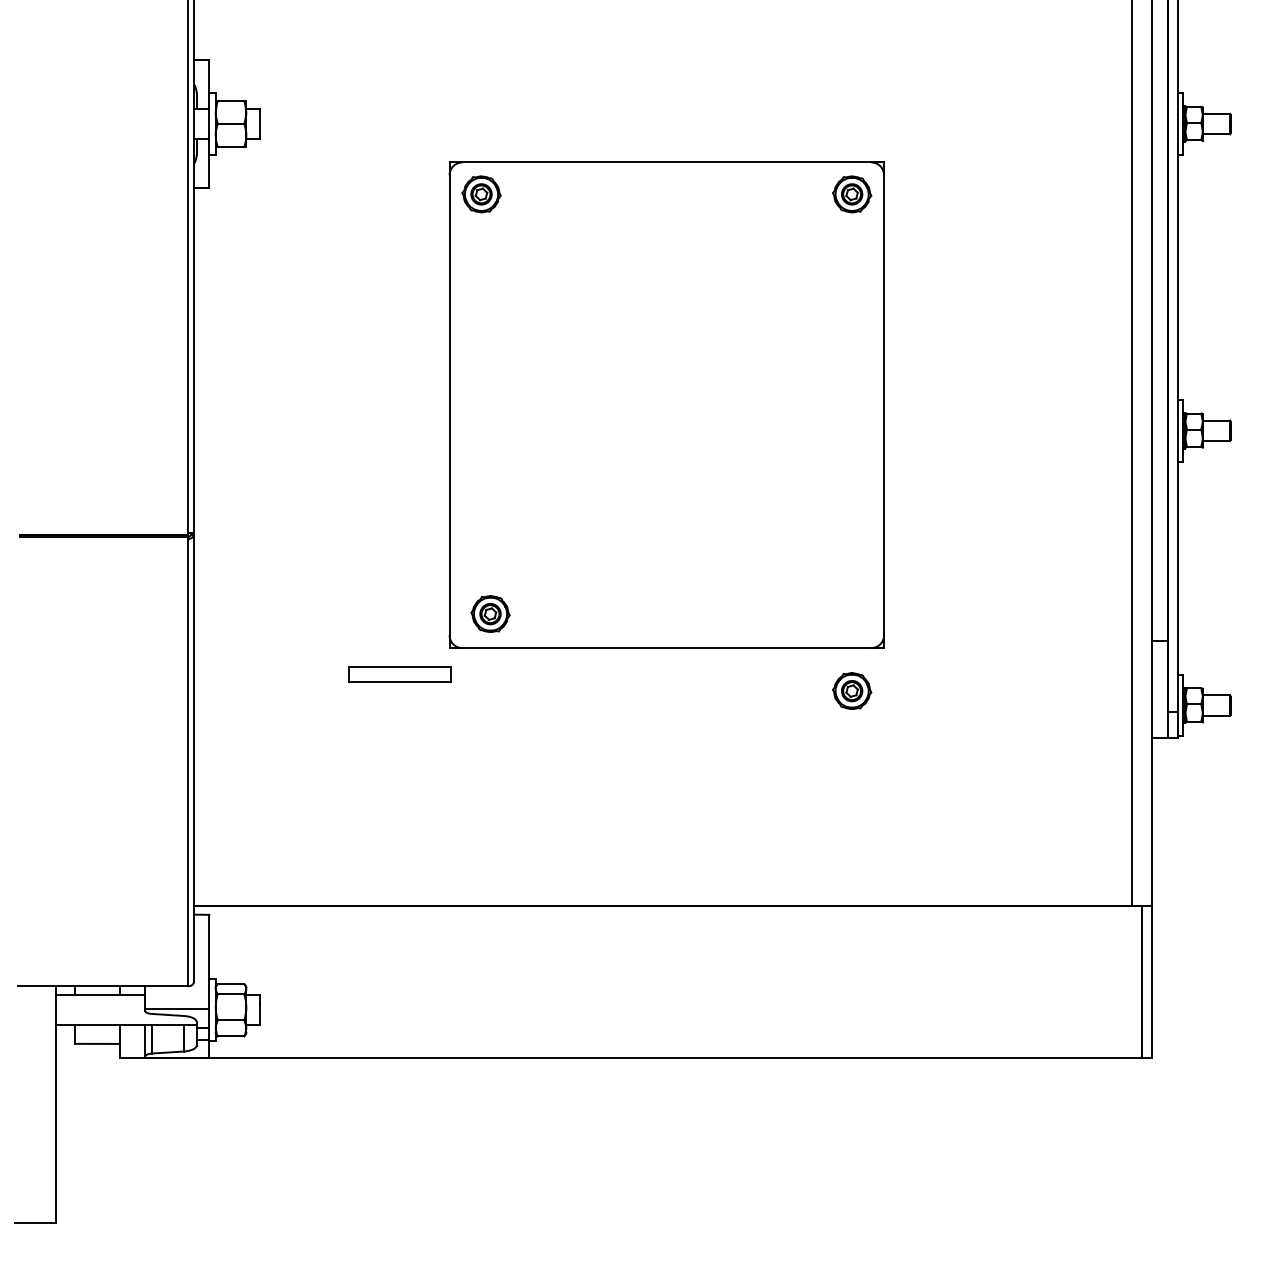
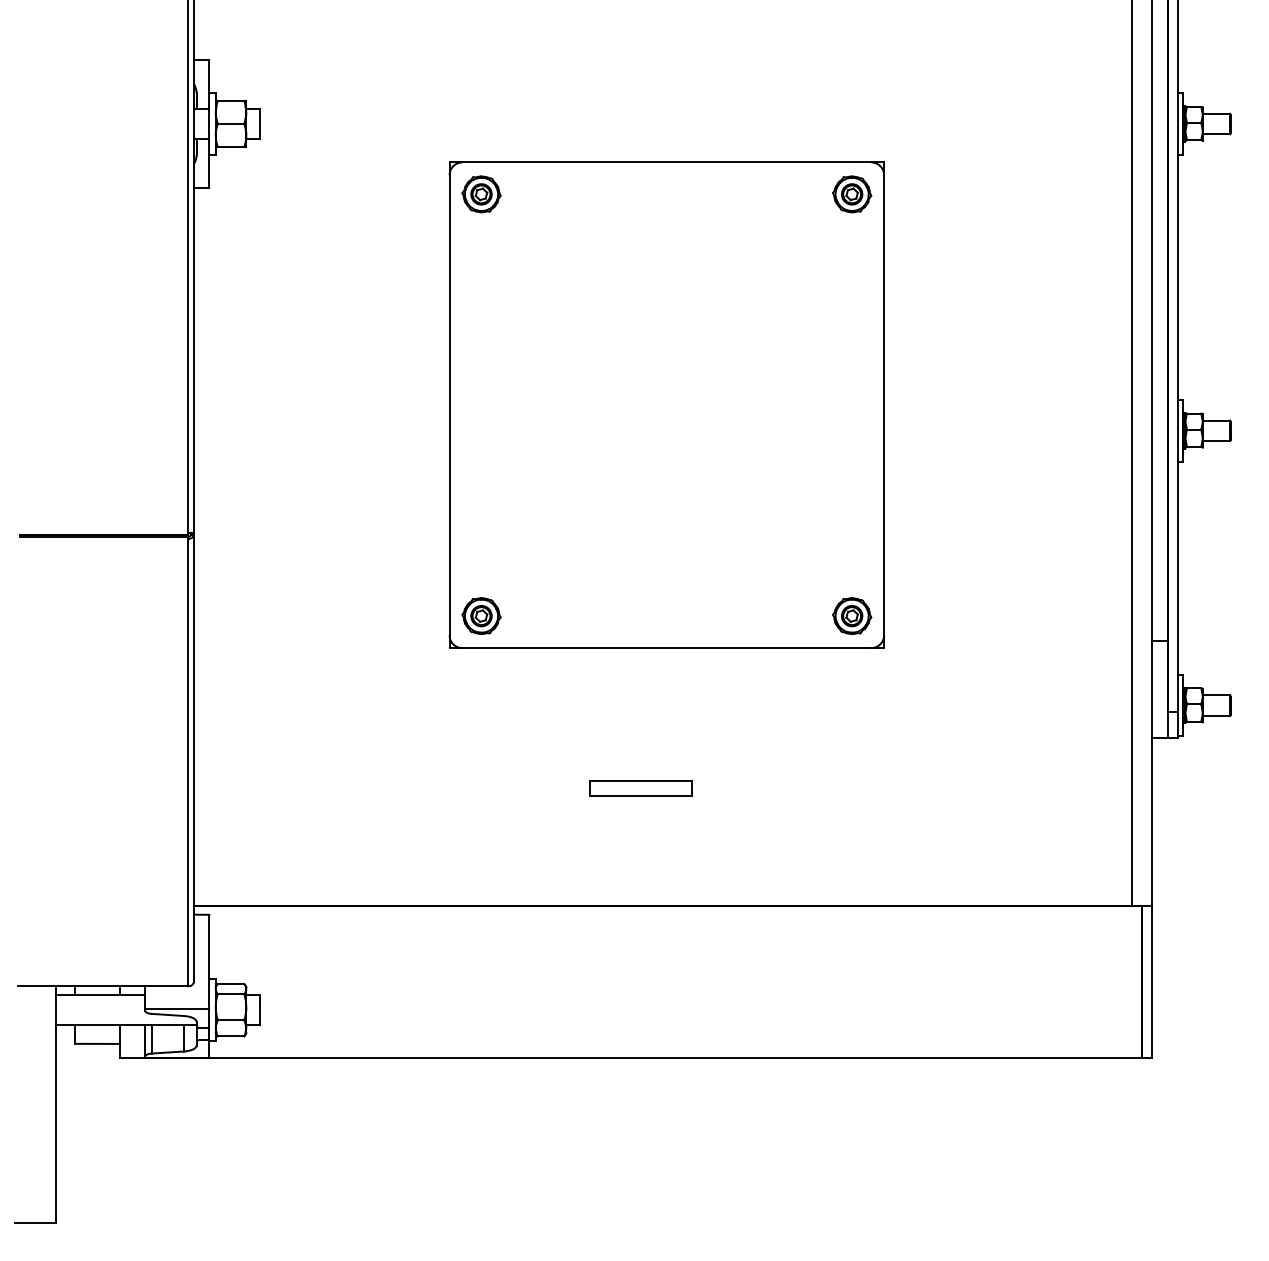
part at (490, 613) position: (490, 613) -> (481, 615)
part at (399, 674) position: (399, 674) -> (640, 788)
part at (852, 690) position: (852, 690) -> (852, 615)
